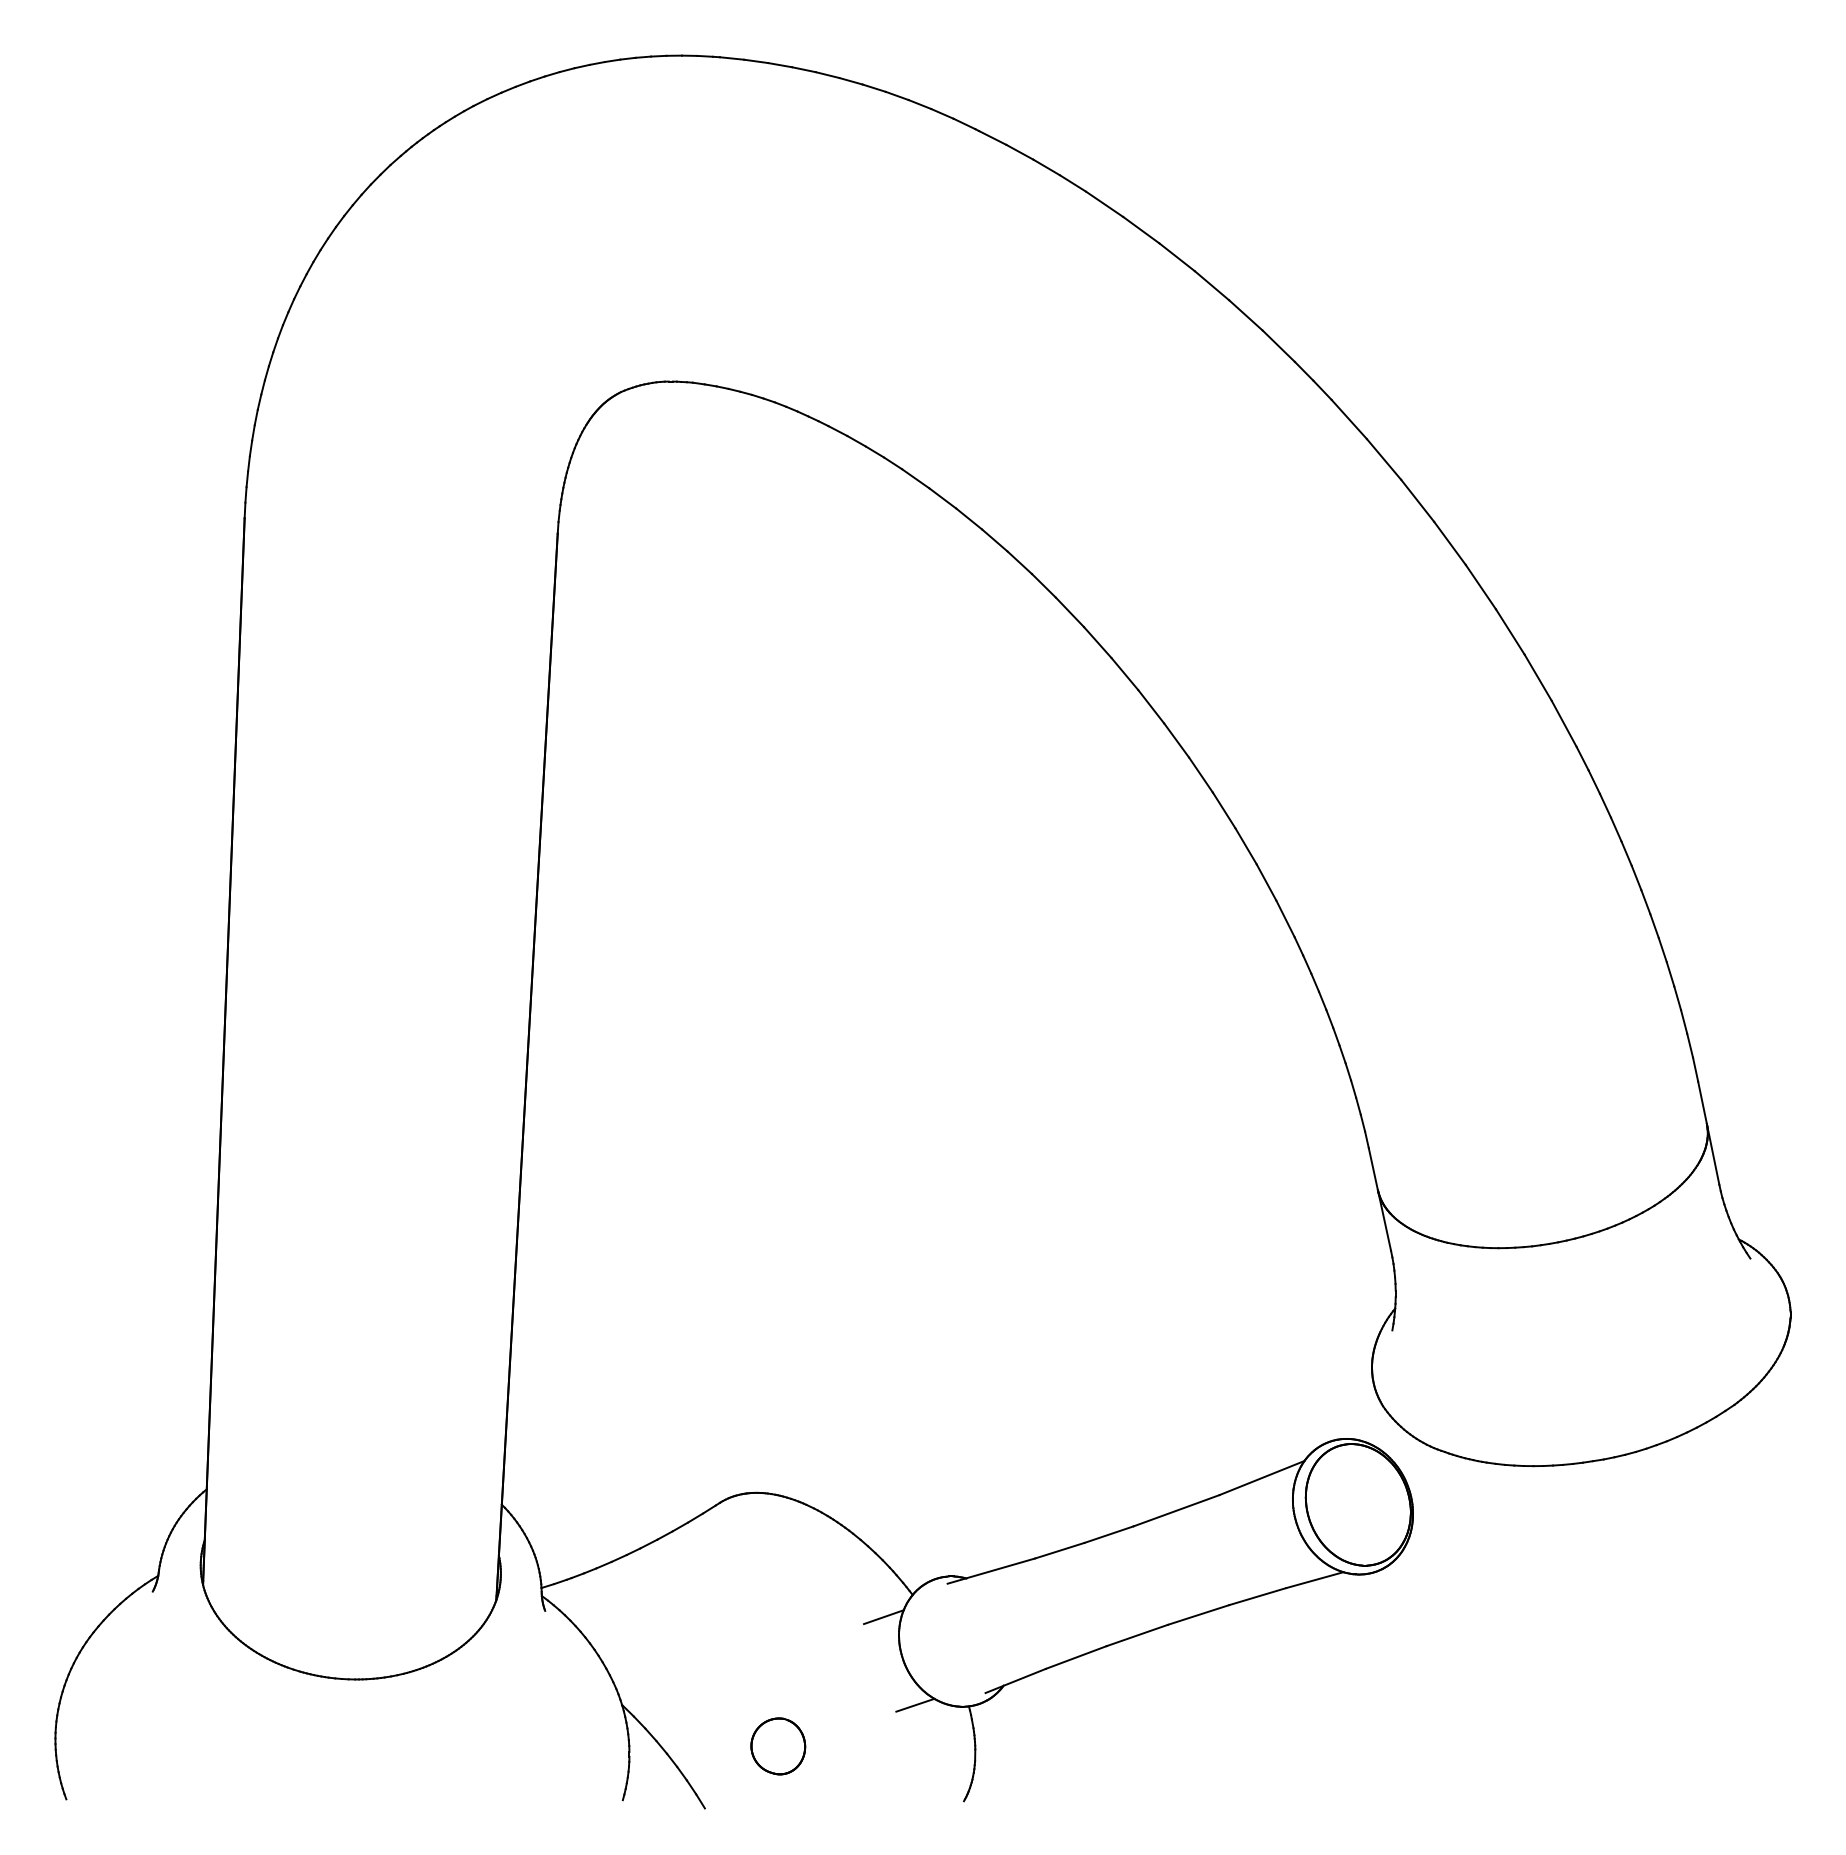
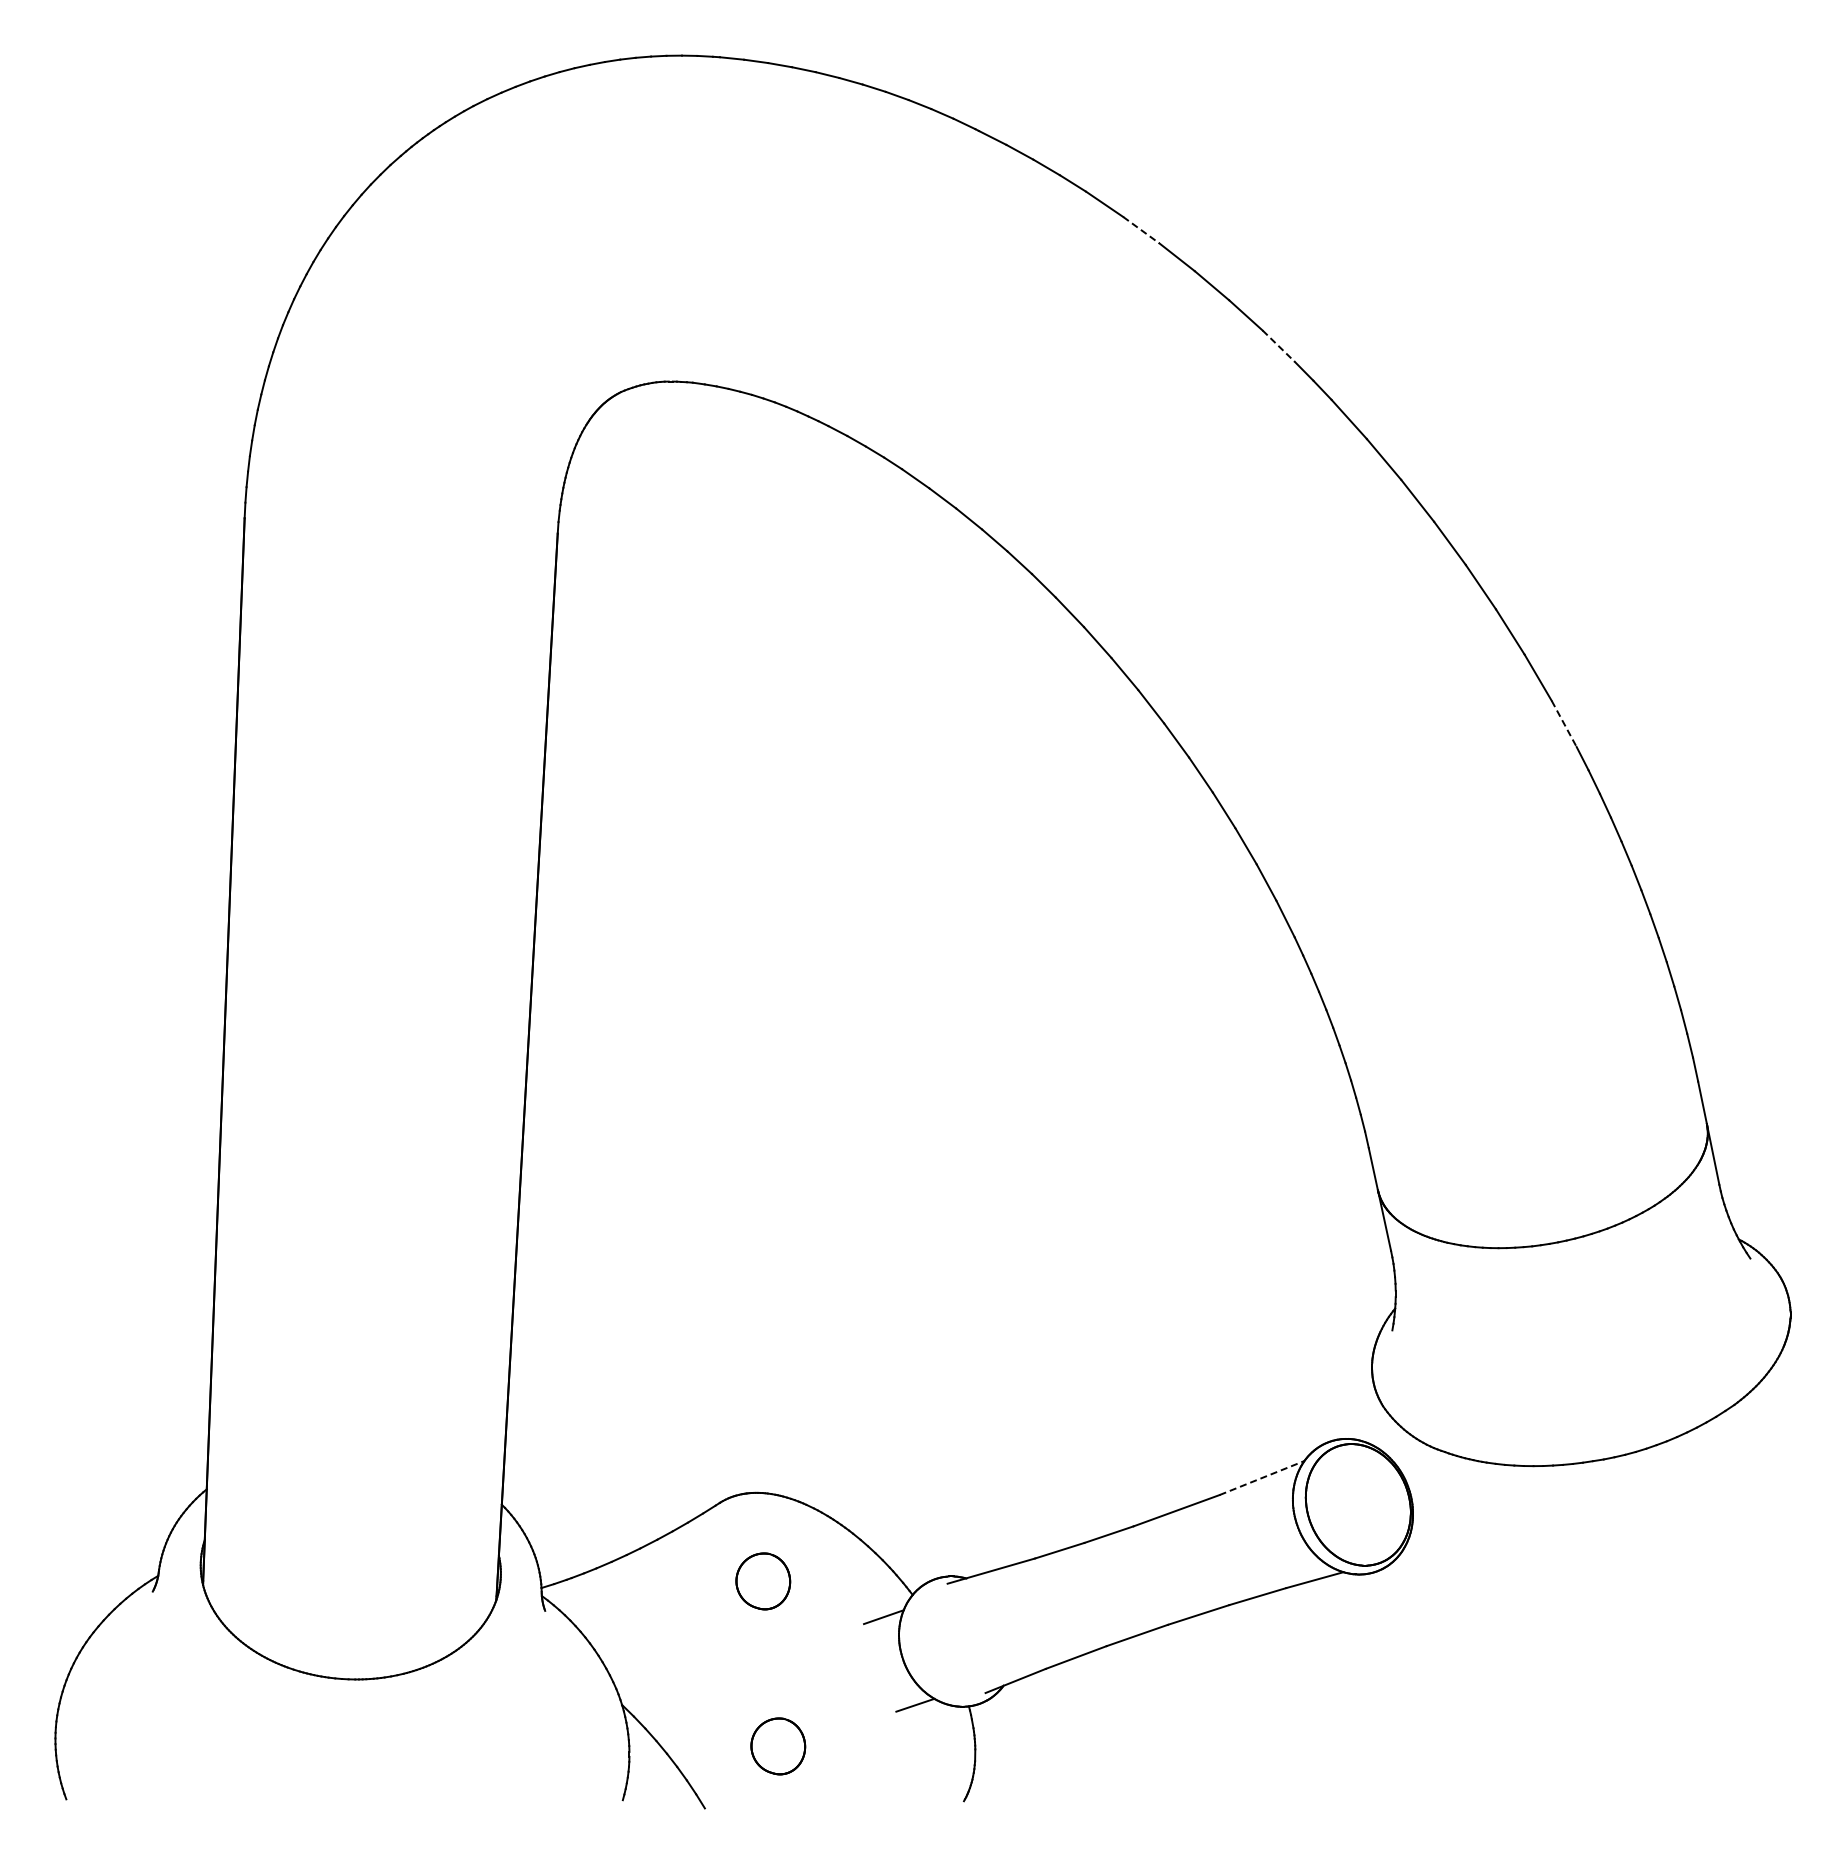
line at (1141, 230): solid -> dashed
line at (1278, 346): solid -> dashed
line at (1564, 724): solid -> dashed
line at (1262, 1478): solid -> dashed
part at (763, 1581): none -> present
